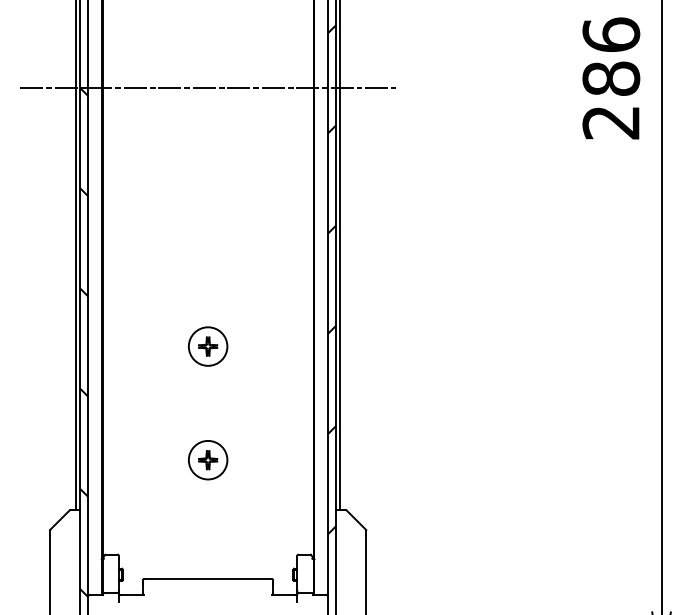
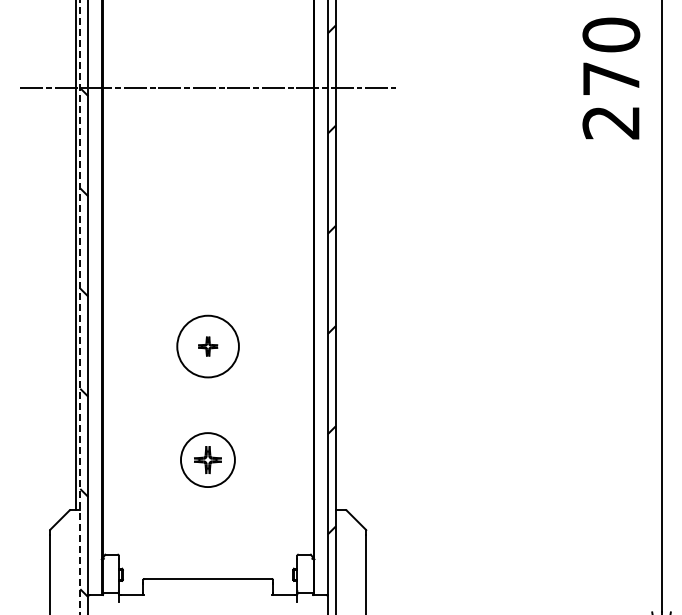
text at (611, 56): 286 -> 270
line at (339, 255): present -> none
line at (80, 307): solid -> dashed
circle at (207, 346) diameter: 39 px -> 62 px
part at (208, 460) size: 41x41 px -> 56x56 px
